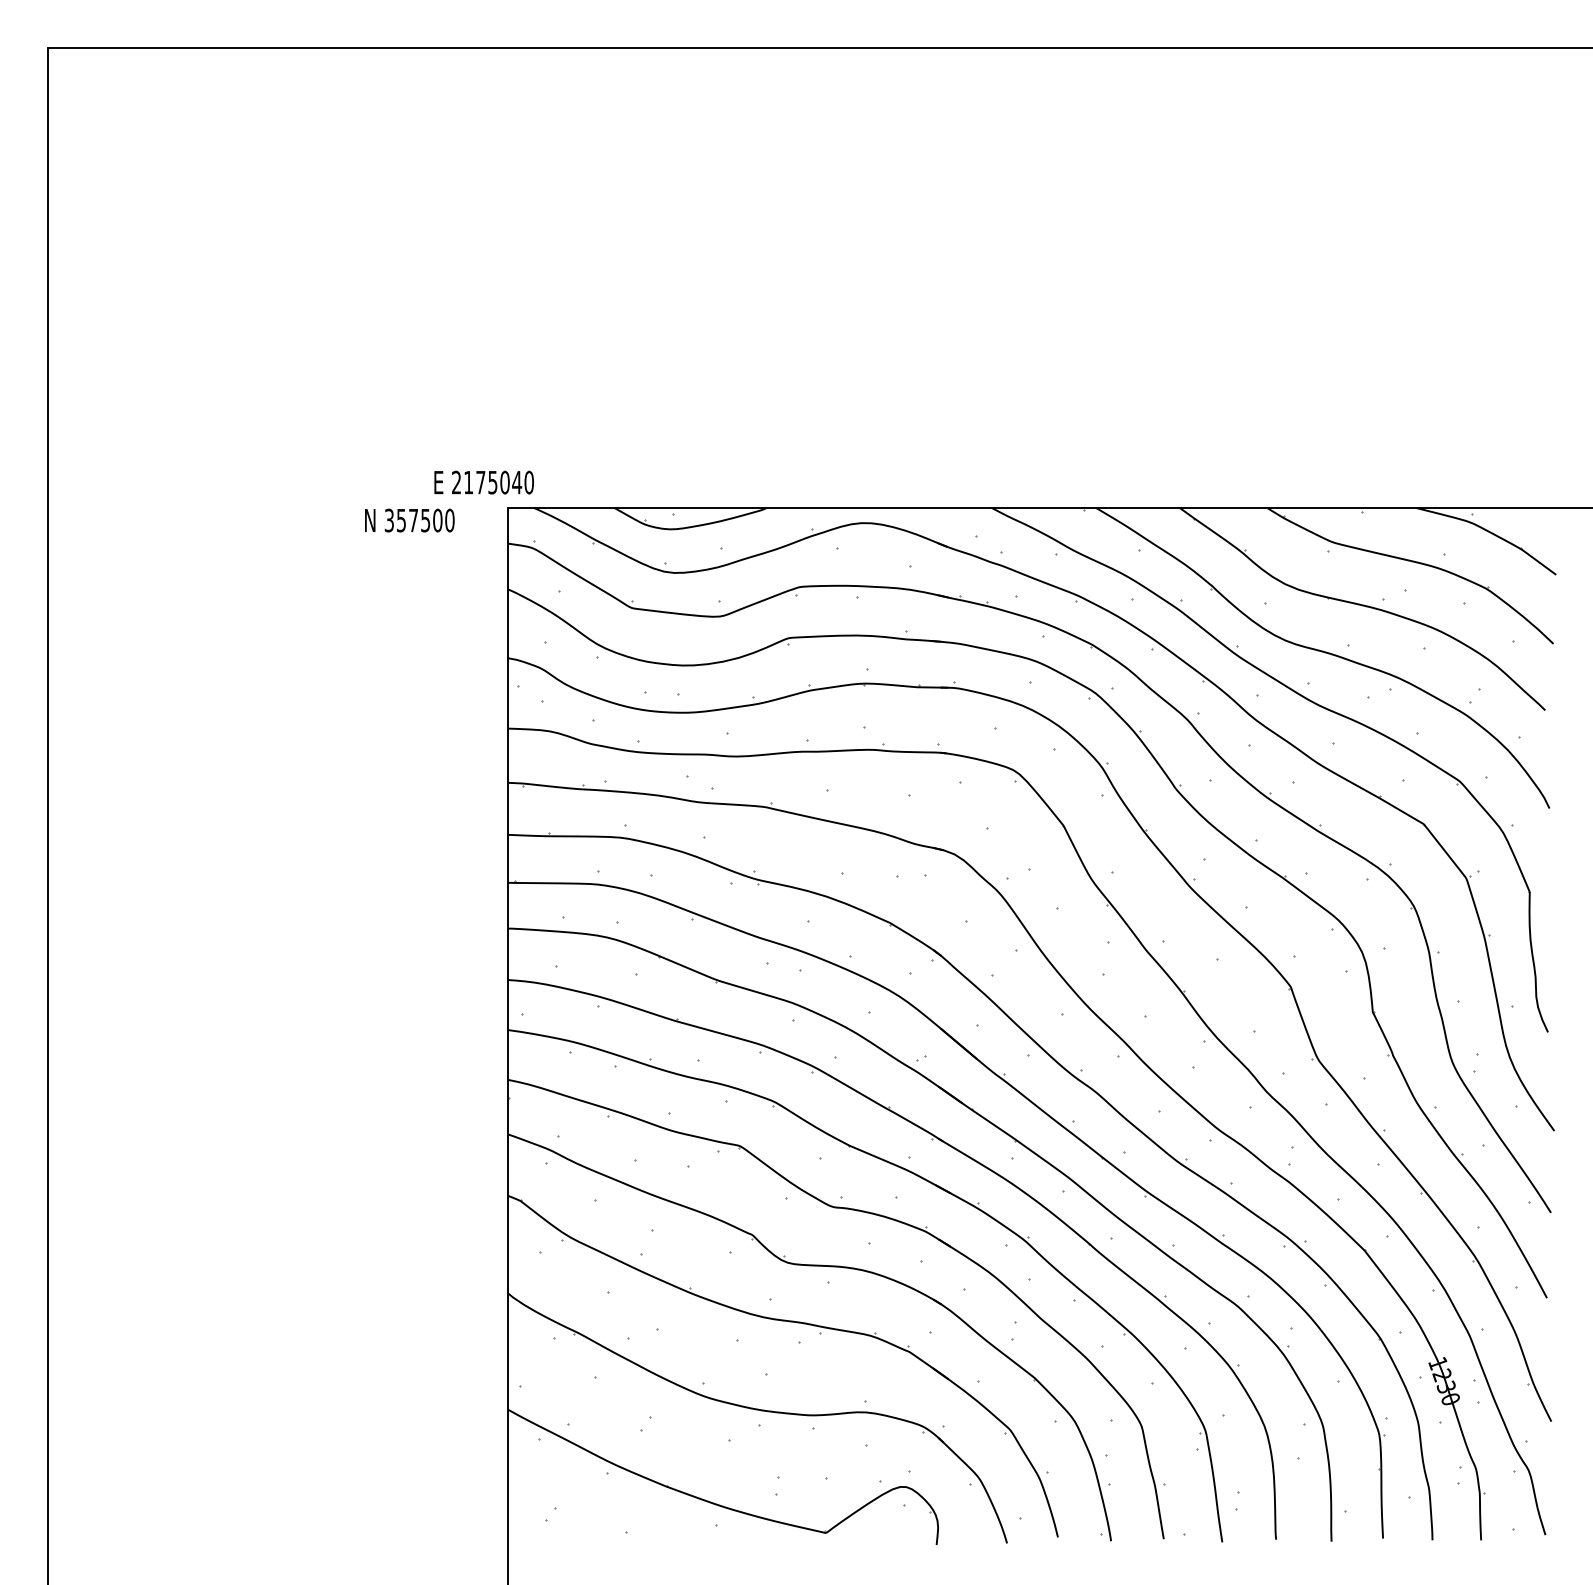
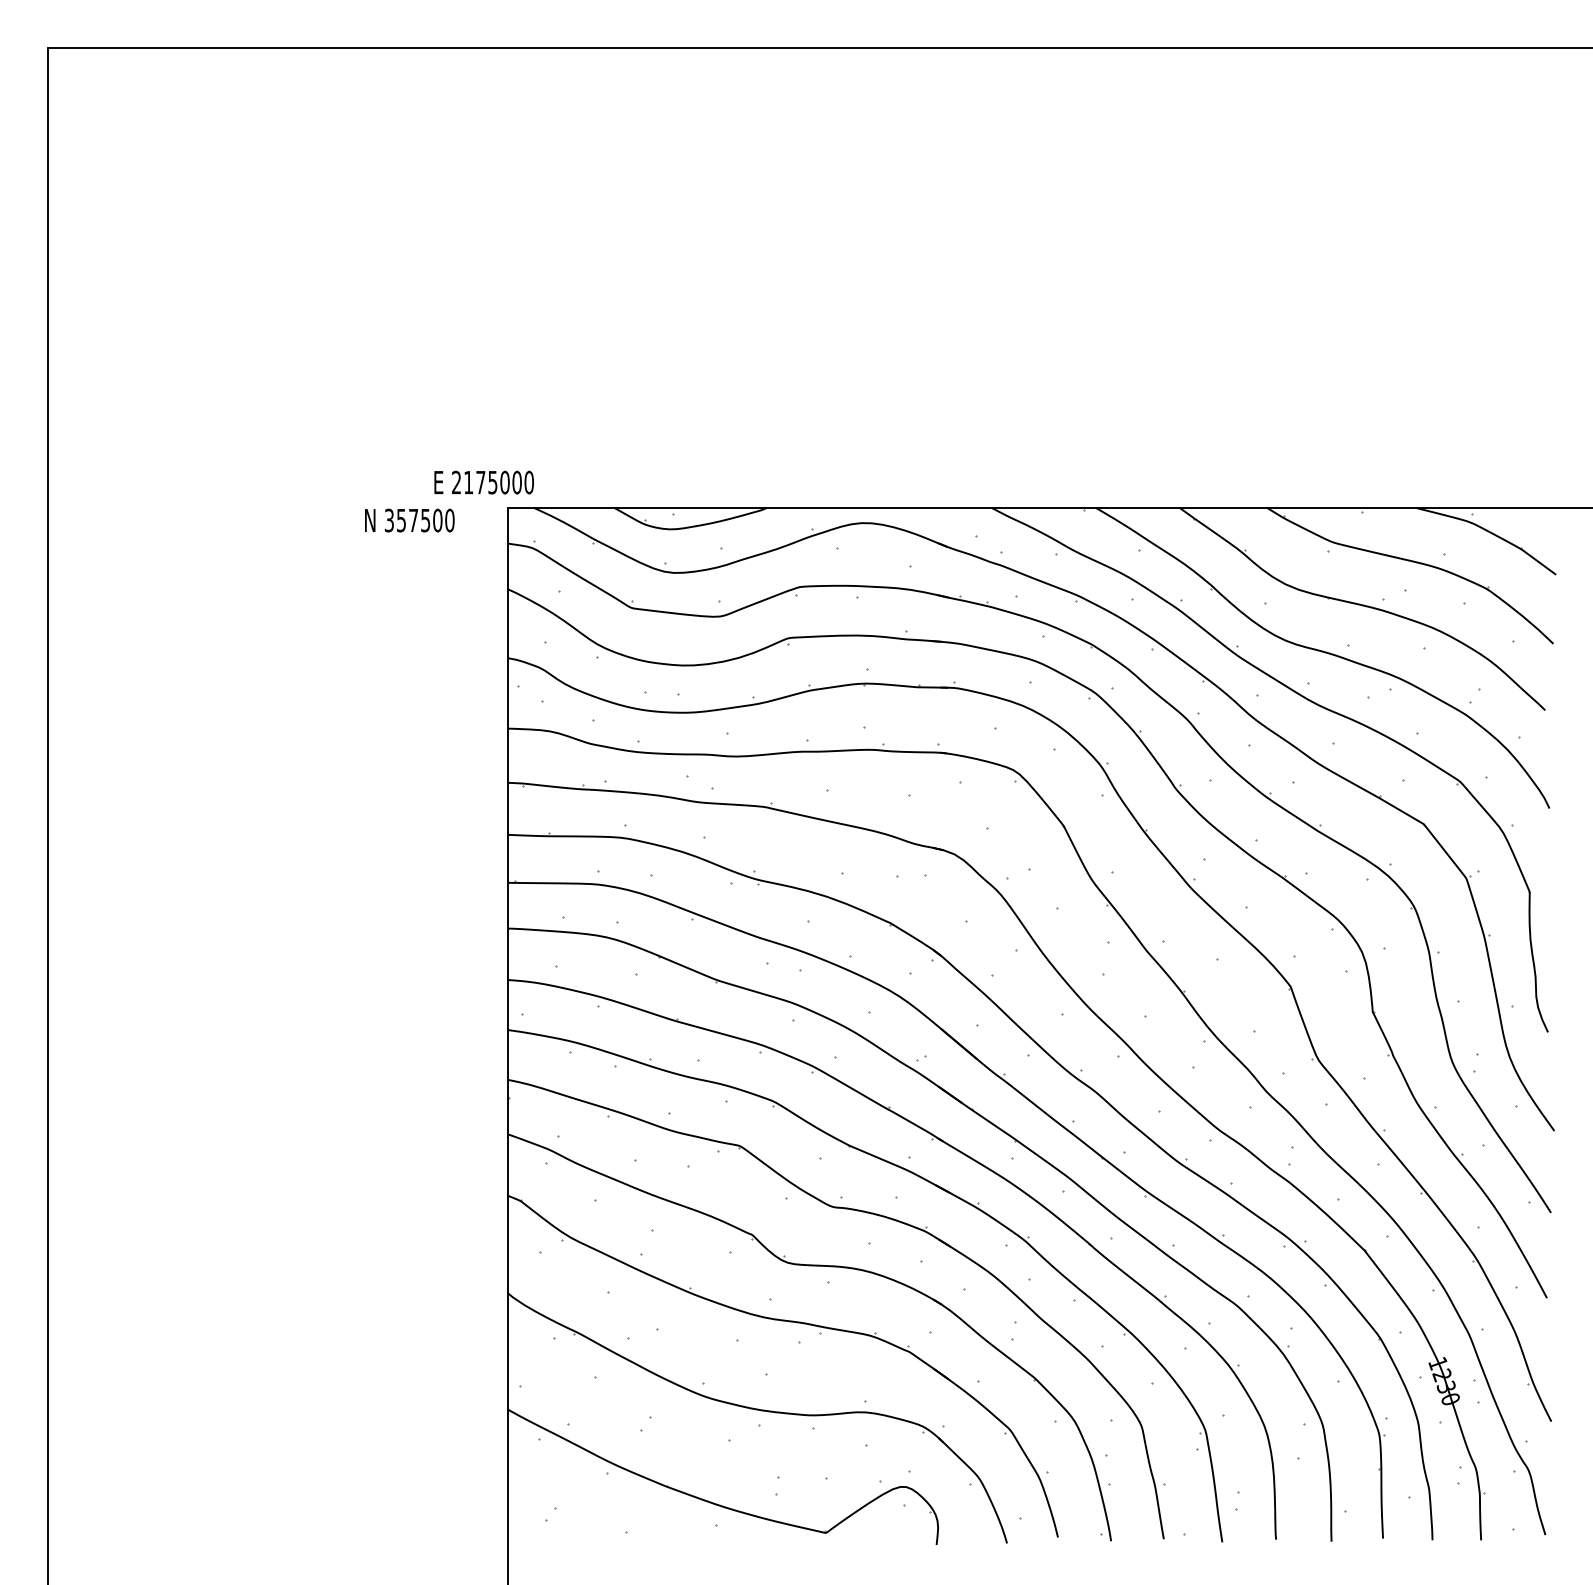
text at (517, 482): 2175040 -> 2175000
